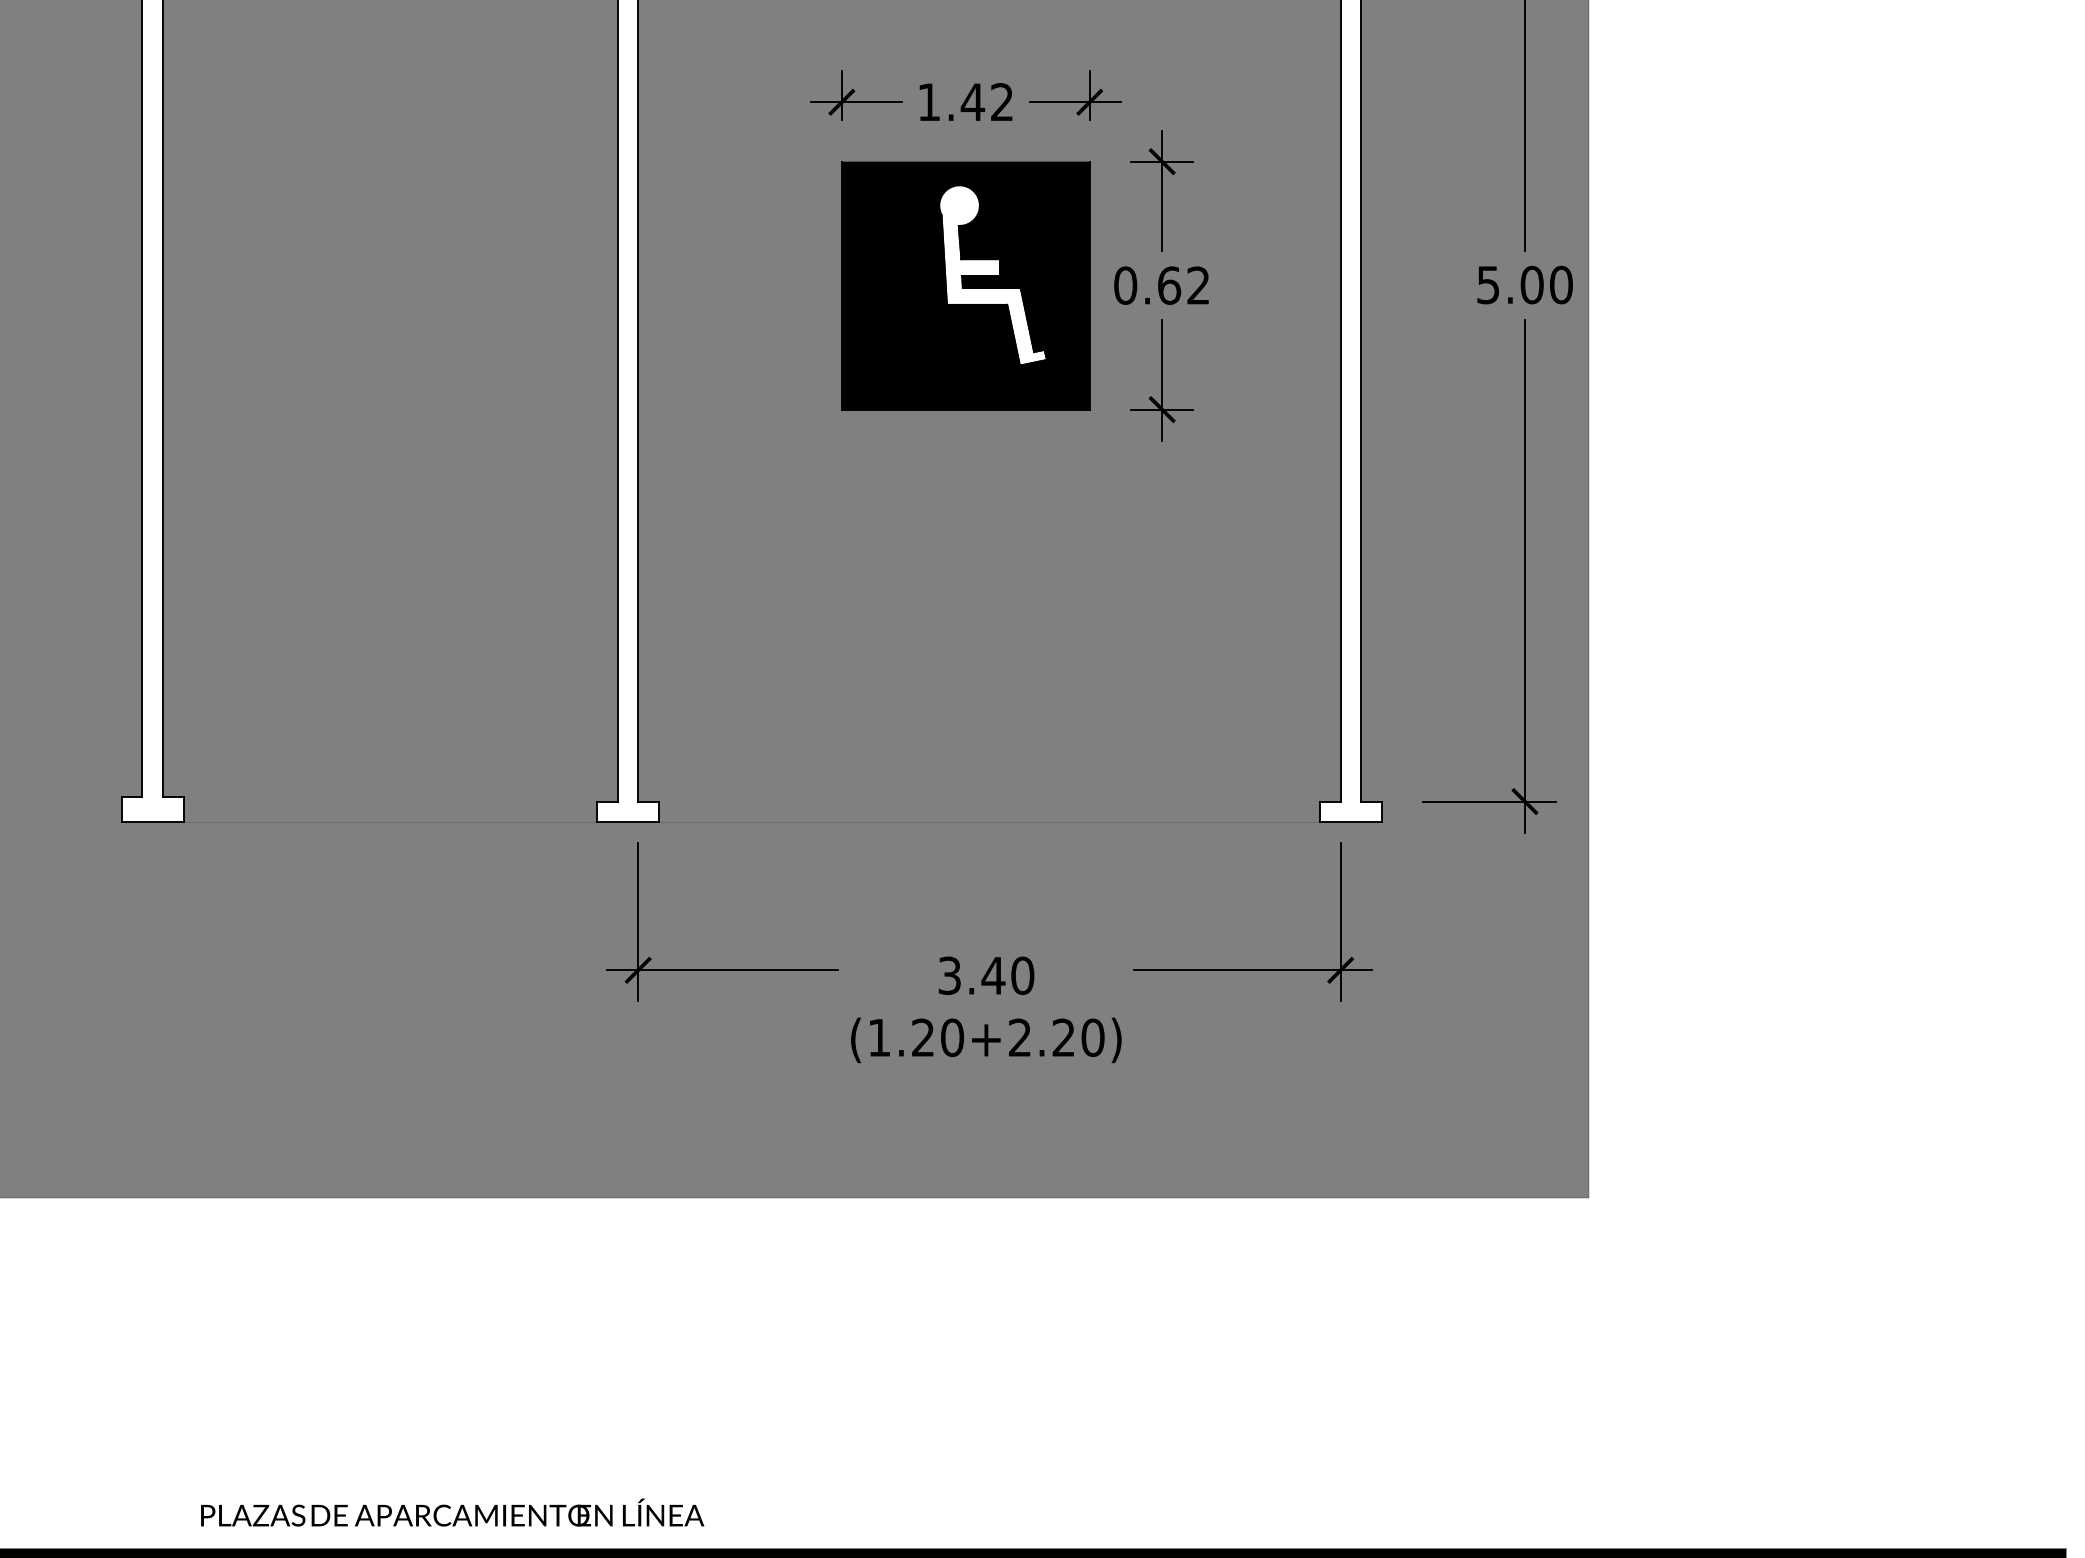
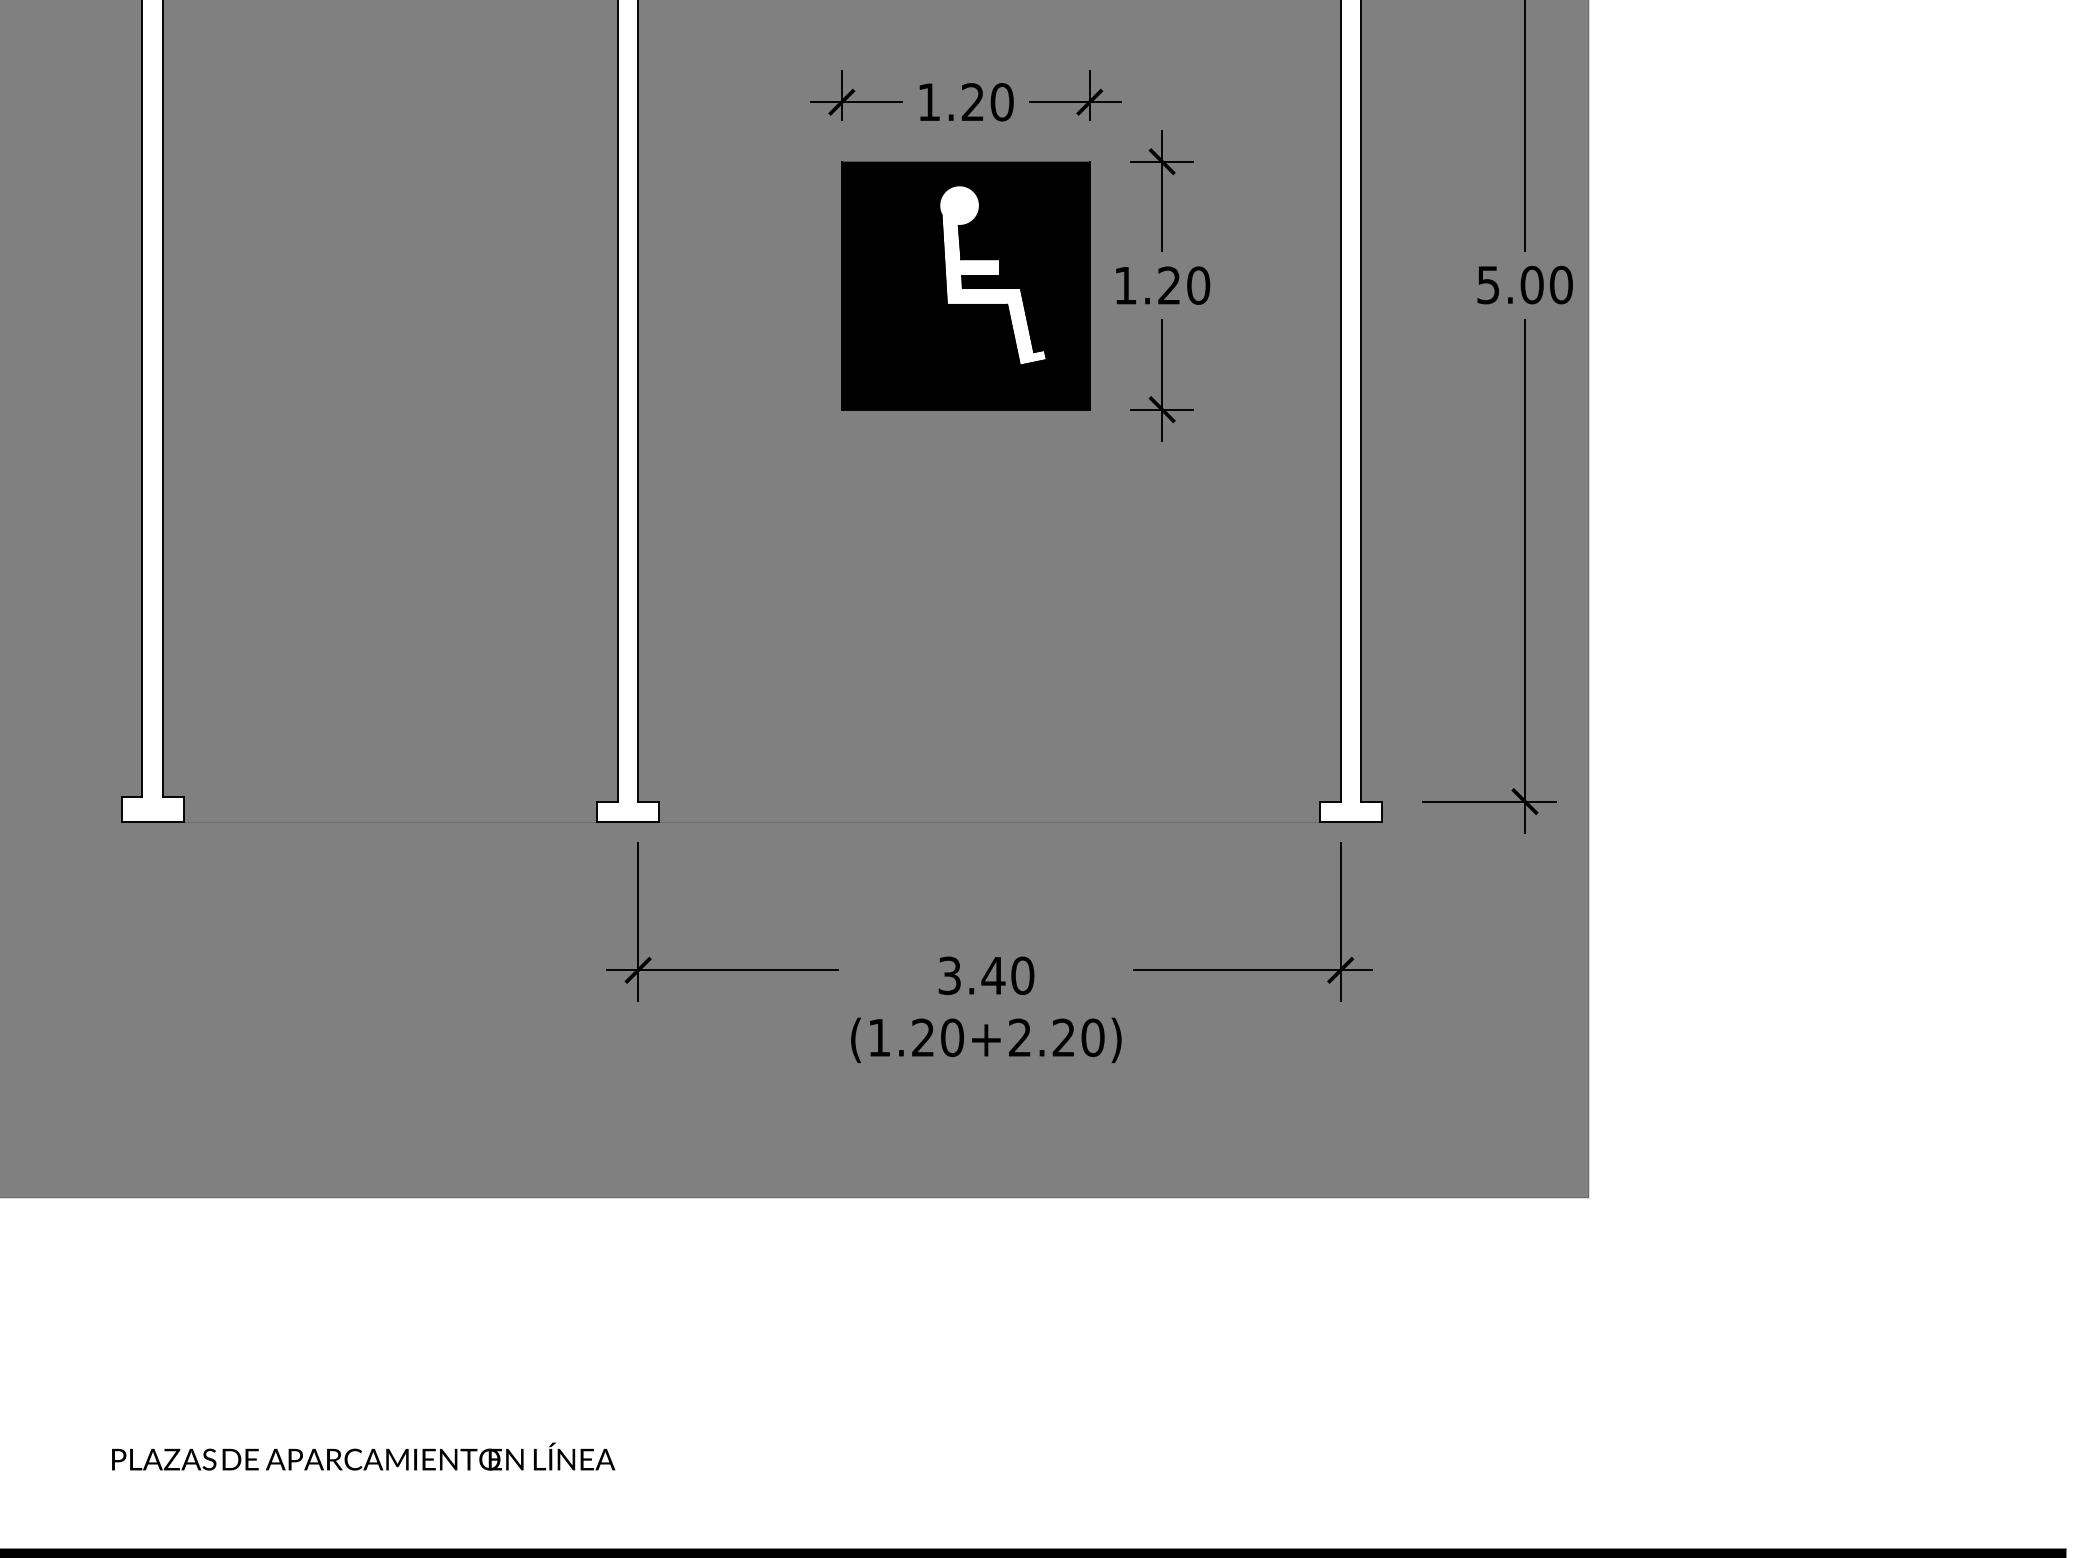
text at (986, 102): 1.42 -> 1.20
text at (1162, 285): 0.62 -> 1.20
text at (452, 1512) position: (452, 1512) -> (363, 1456)
